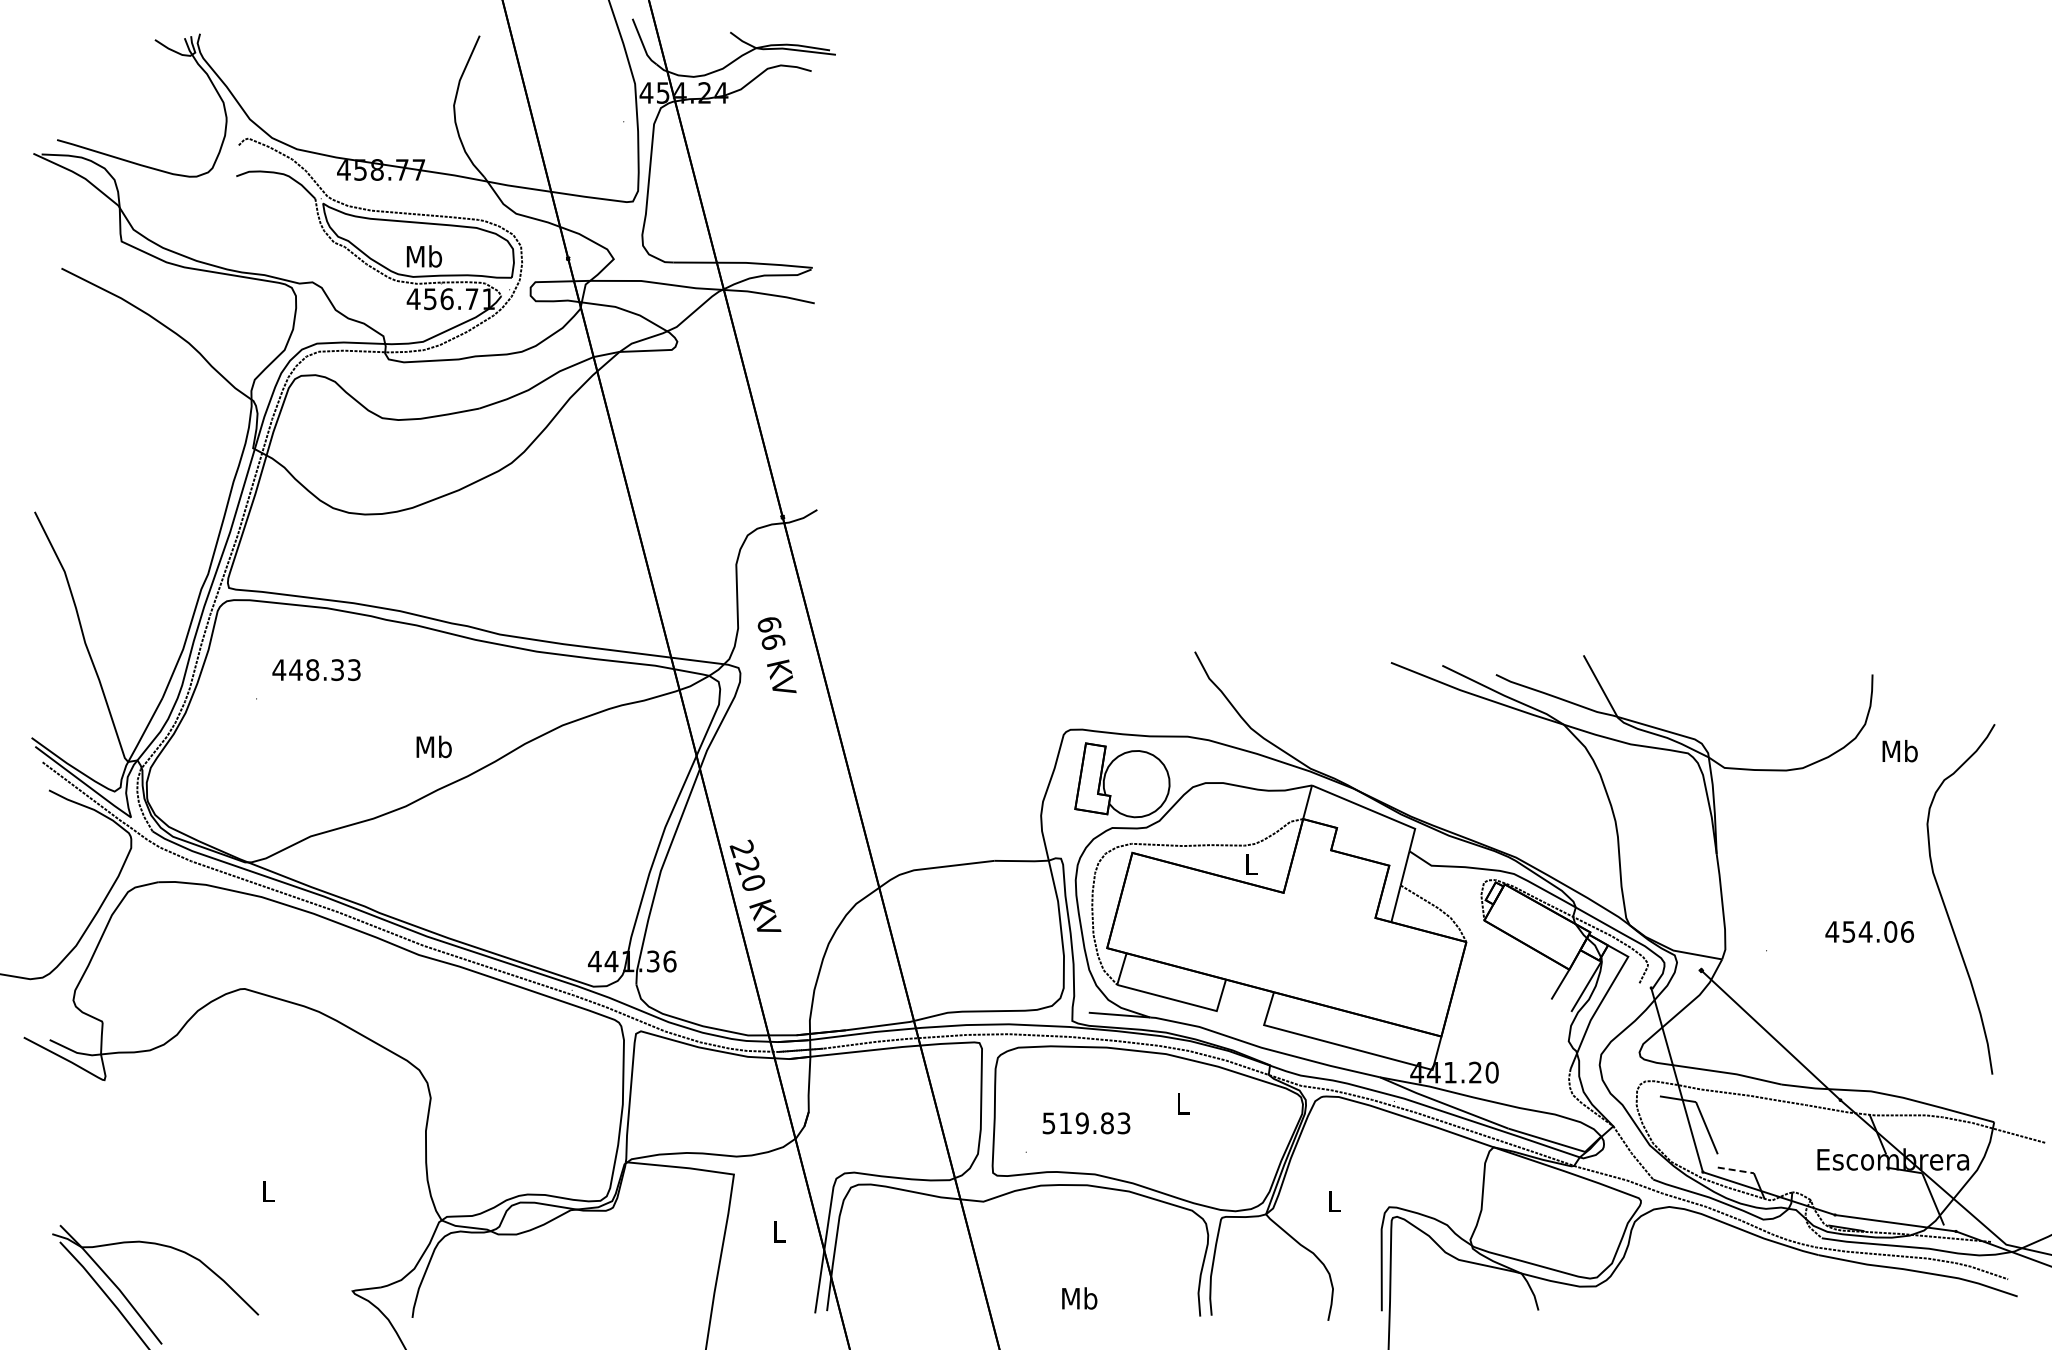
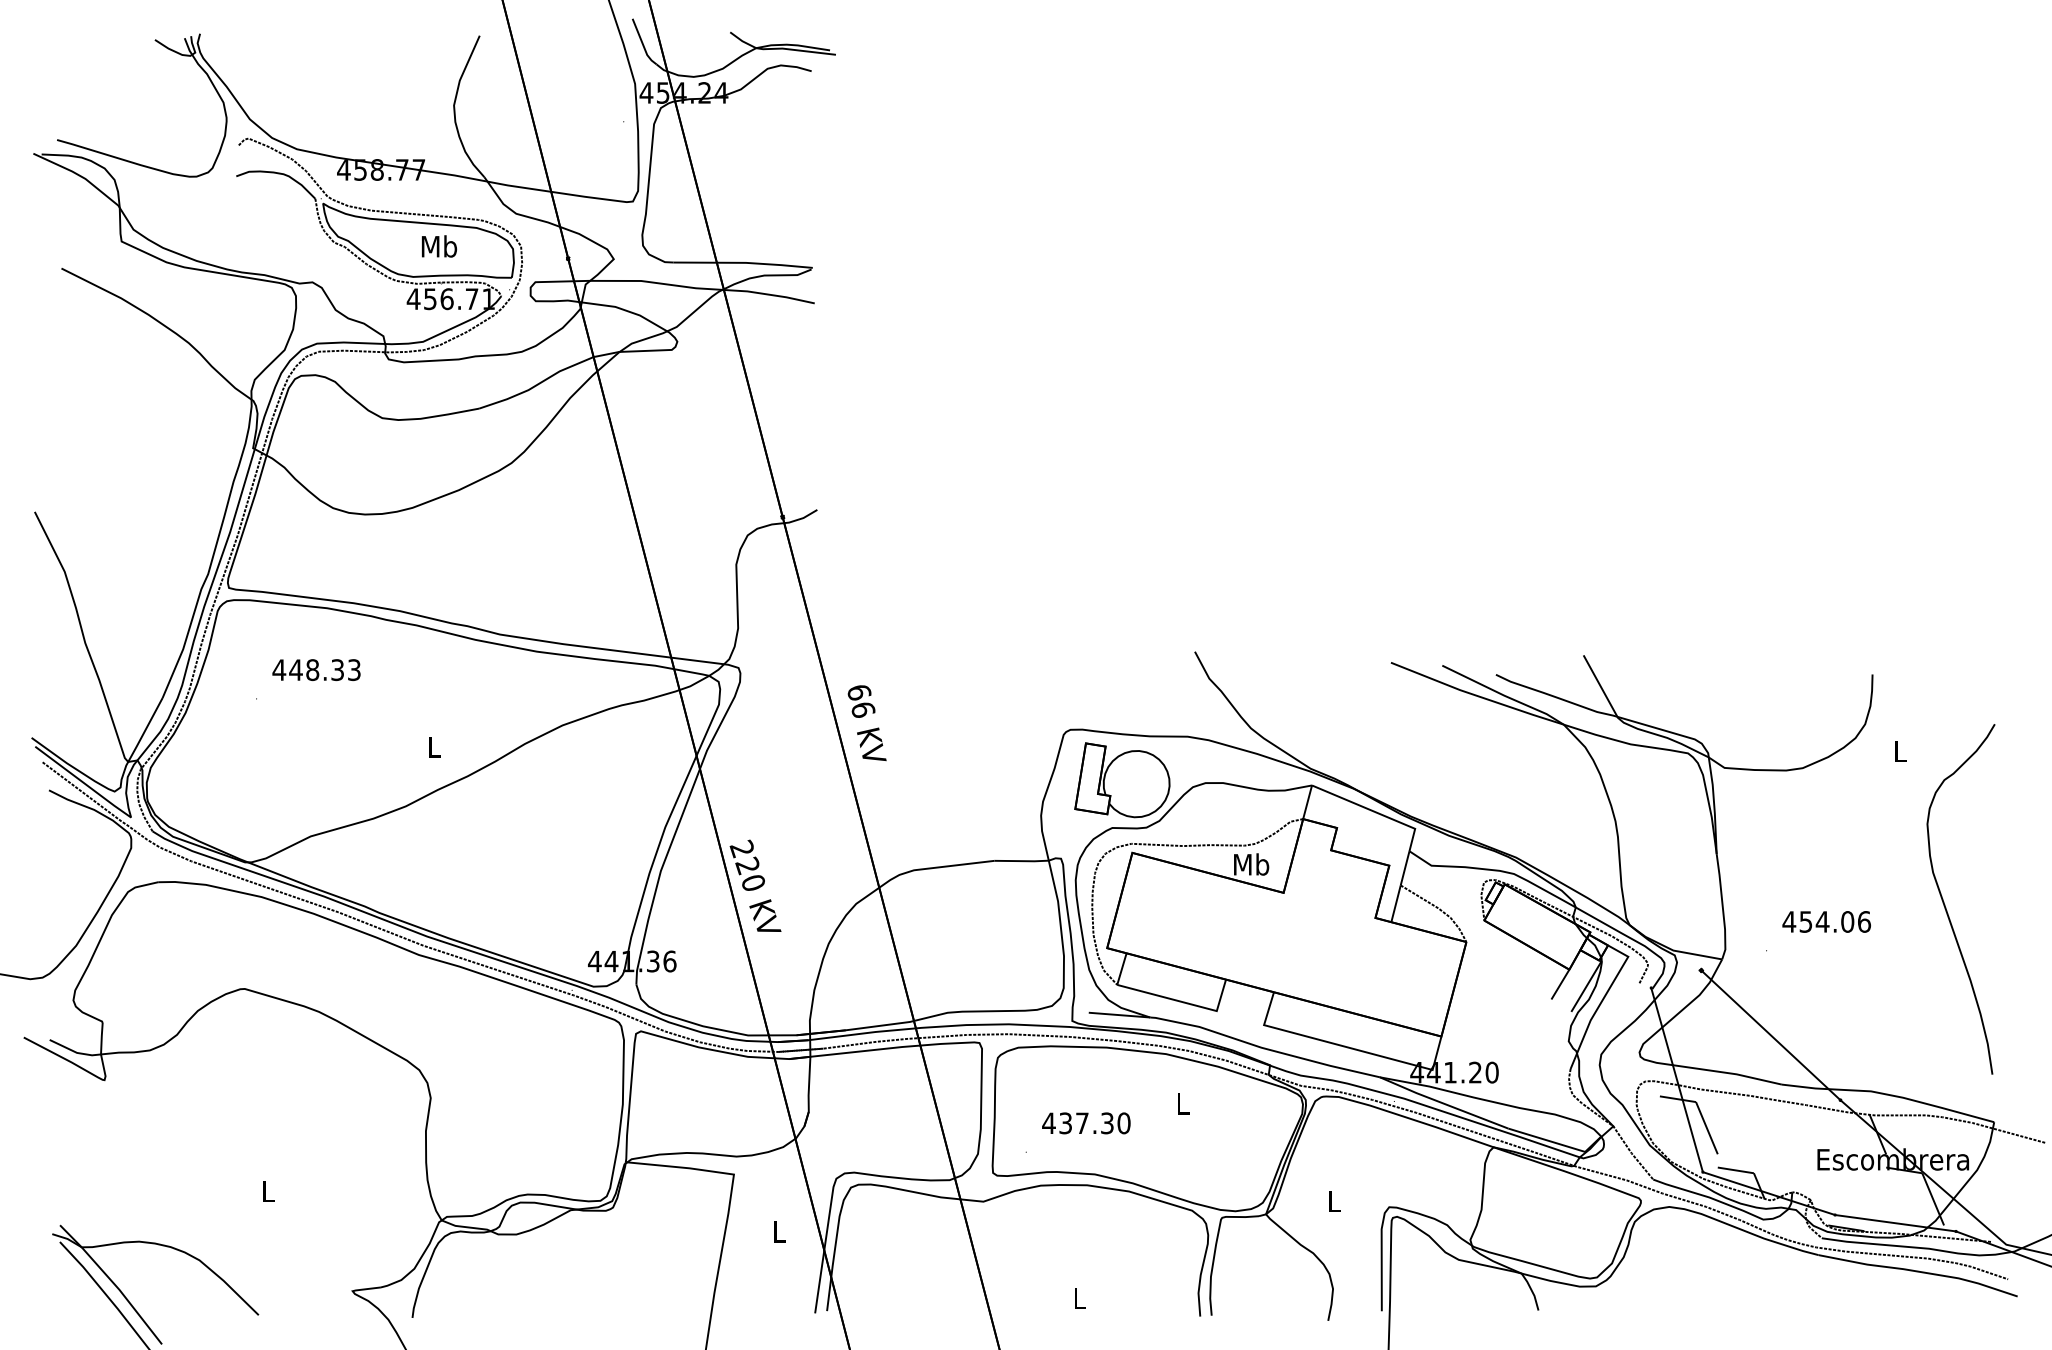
text at (424, 256) position: (424, 256) -> (439, 246)
text at (776, 655) position: (776, 655) -> (866, 723)
text at (433, 746): Mb -> L
text at (1899, 750): Mb -> L
text at (1251, 864): L -> Mb
text at (1869, 931) position: (1869, 931) -> (1826, 921)
text at (1086, 1123): 519.83 -> 437.30
line at (1736, 1170): dashed -> solid
text at (1079, 1298): Mb -> L
